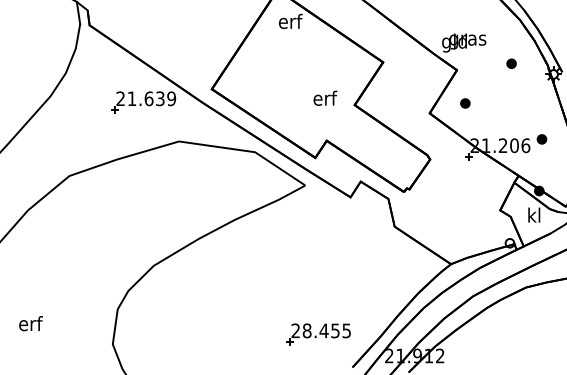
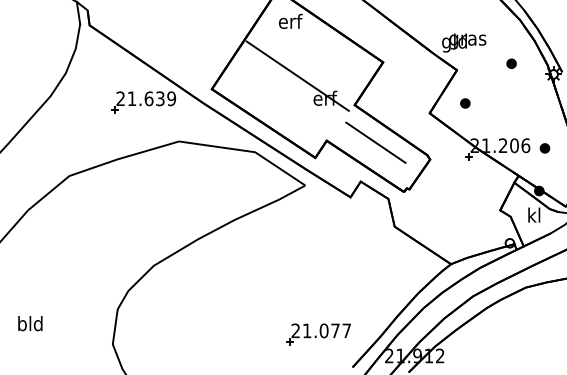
line at (297, 75): none -> present
part at (541, 139) position: (541, 139) -> (544, 148)
line at (375, 142): none -> present
text at (30, 323): erf -> bld
text at (326, 330): 28.455 -> 21.077
